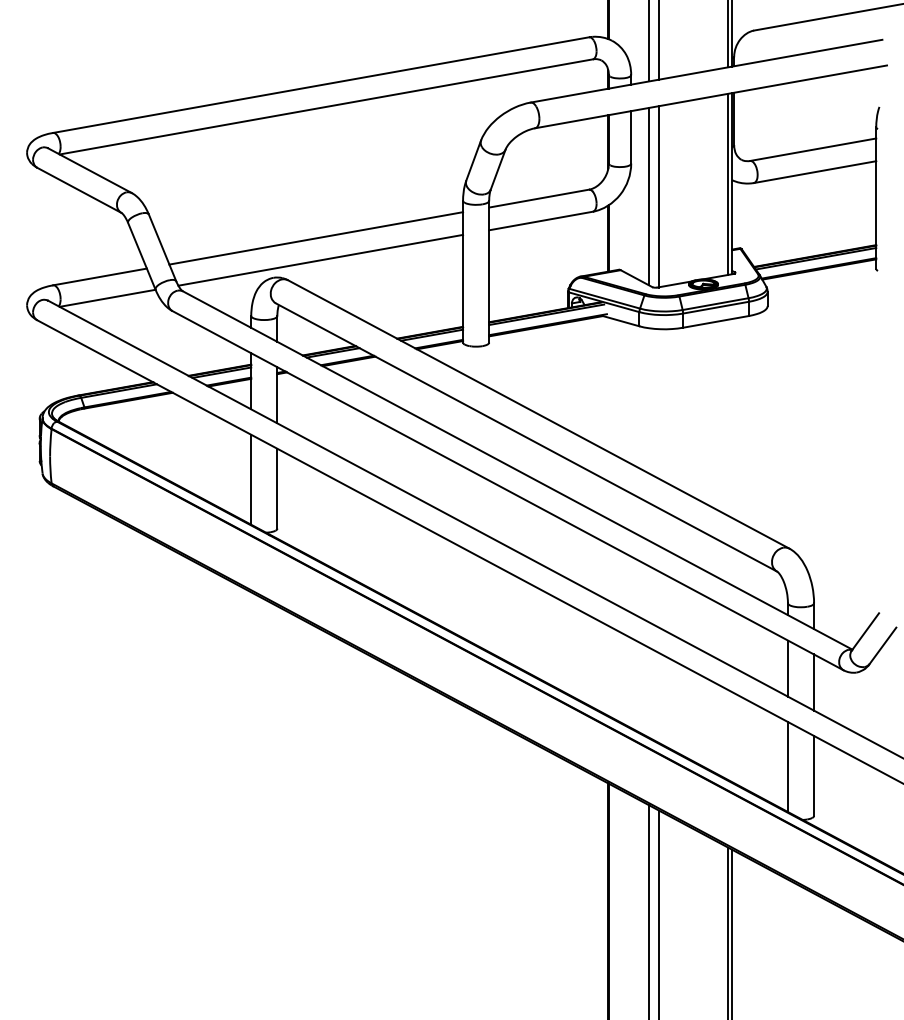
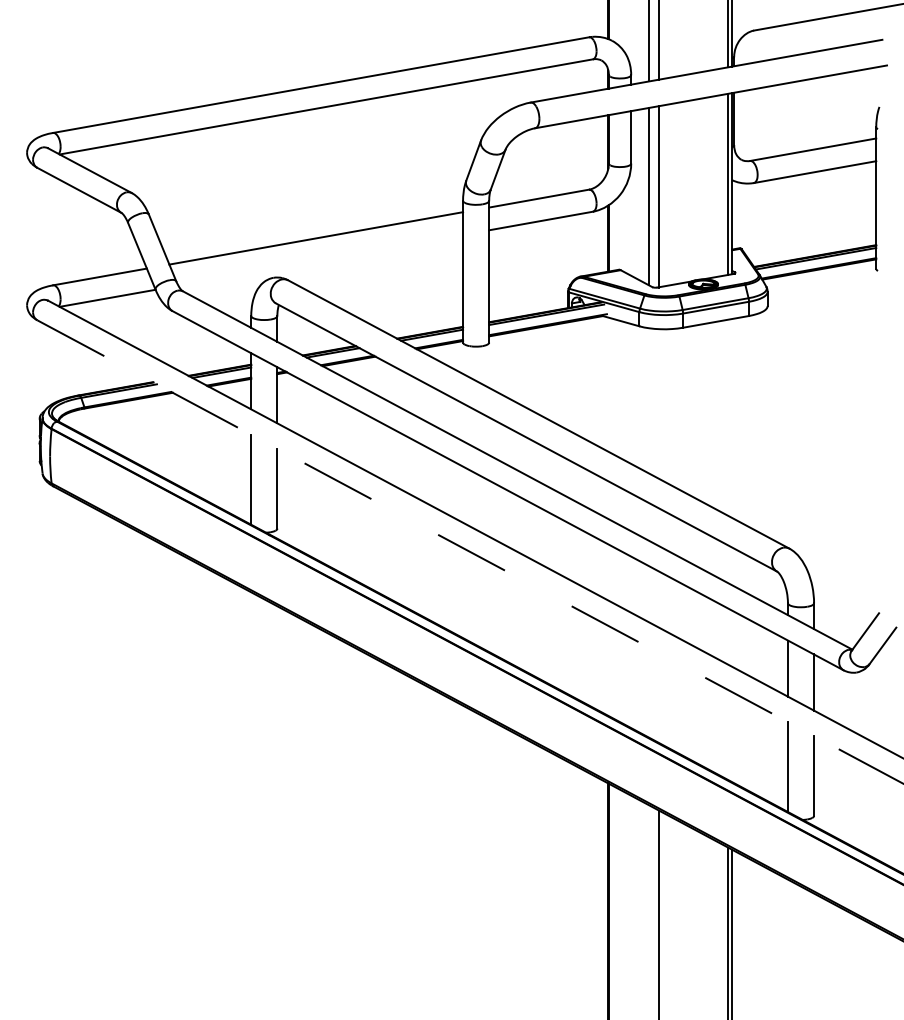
line at (320, 259): present -> none
line at (471, 552): solid -> dashed
line at (649, 910): present -> none
